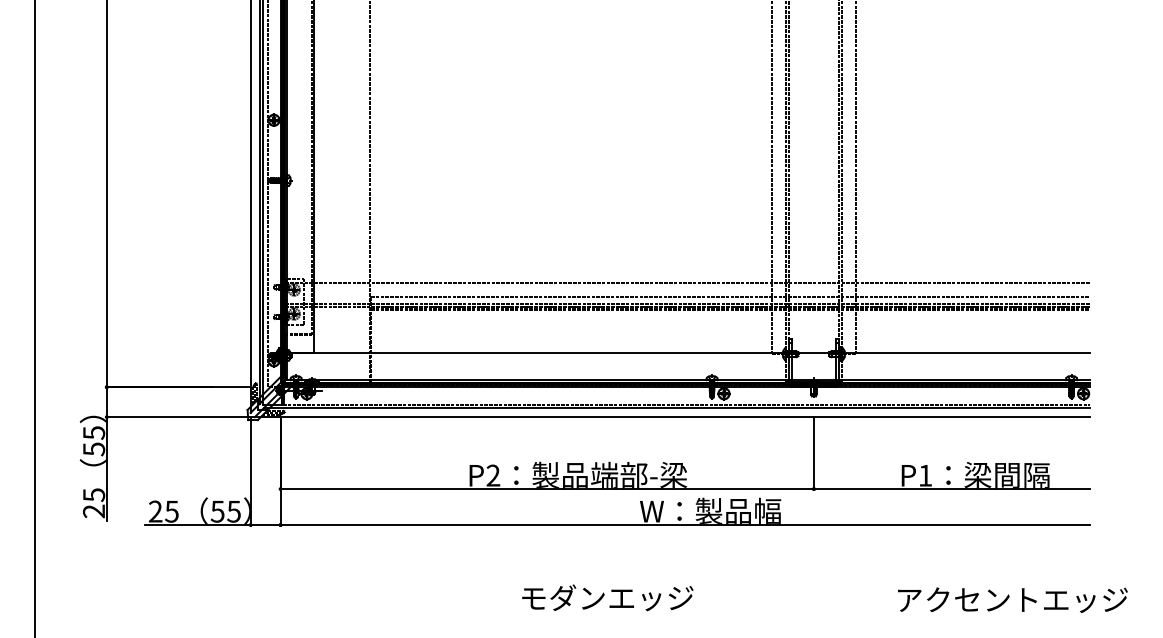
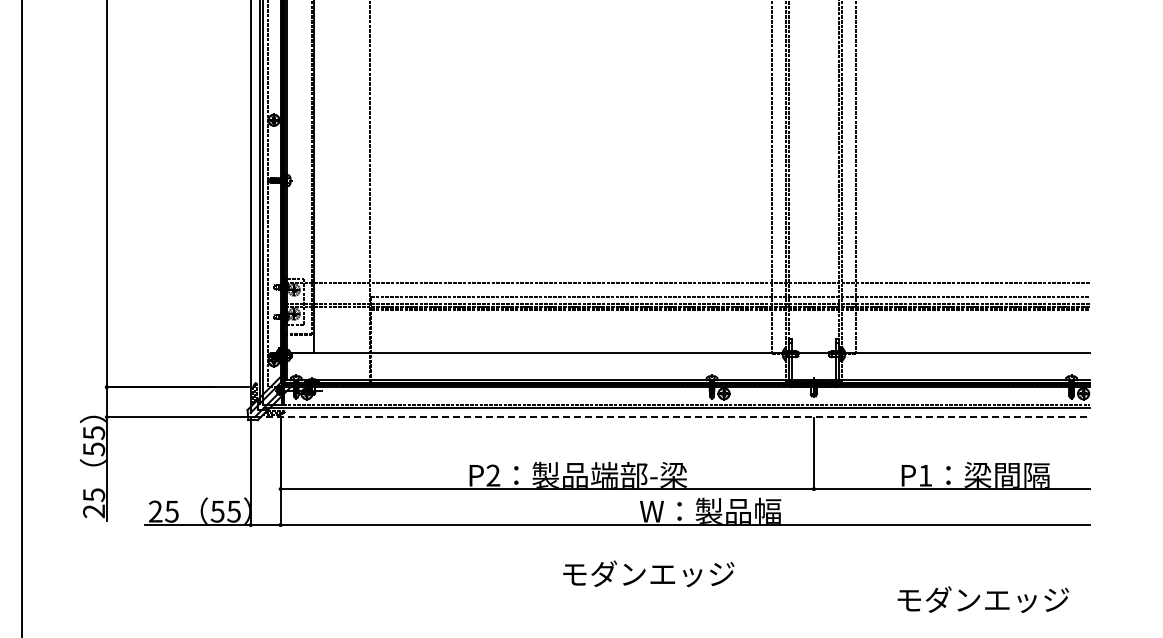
line at (34, 318) position: (34, 318) -> (21, 318)
line at (672, 417): solid -> dashed
text at (607, 597) position: (607, 597) -> (648, 573)
text at (1012, 599): アクセントエッジ -> モダンエッジ
